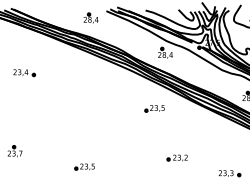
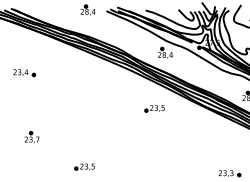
part at (90, 17) position: (90, 17) -> (87, 9)
part at (14, 151) position: (14, 151) -> (31, 137)
part at (176, 157): present -> none
